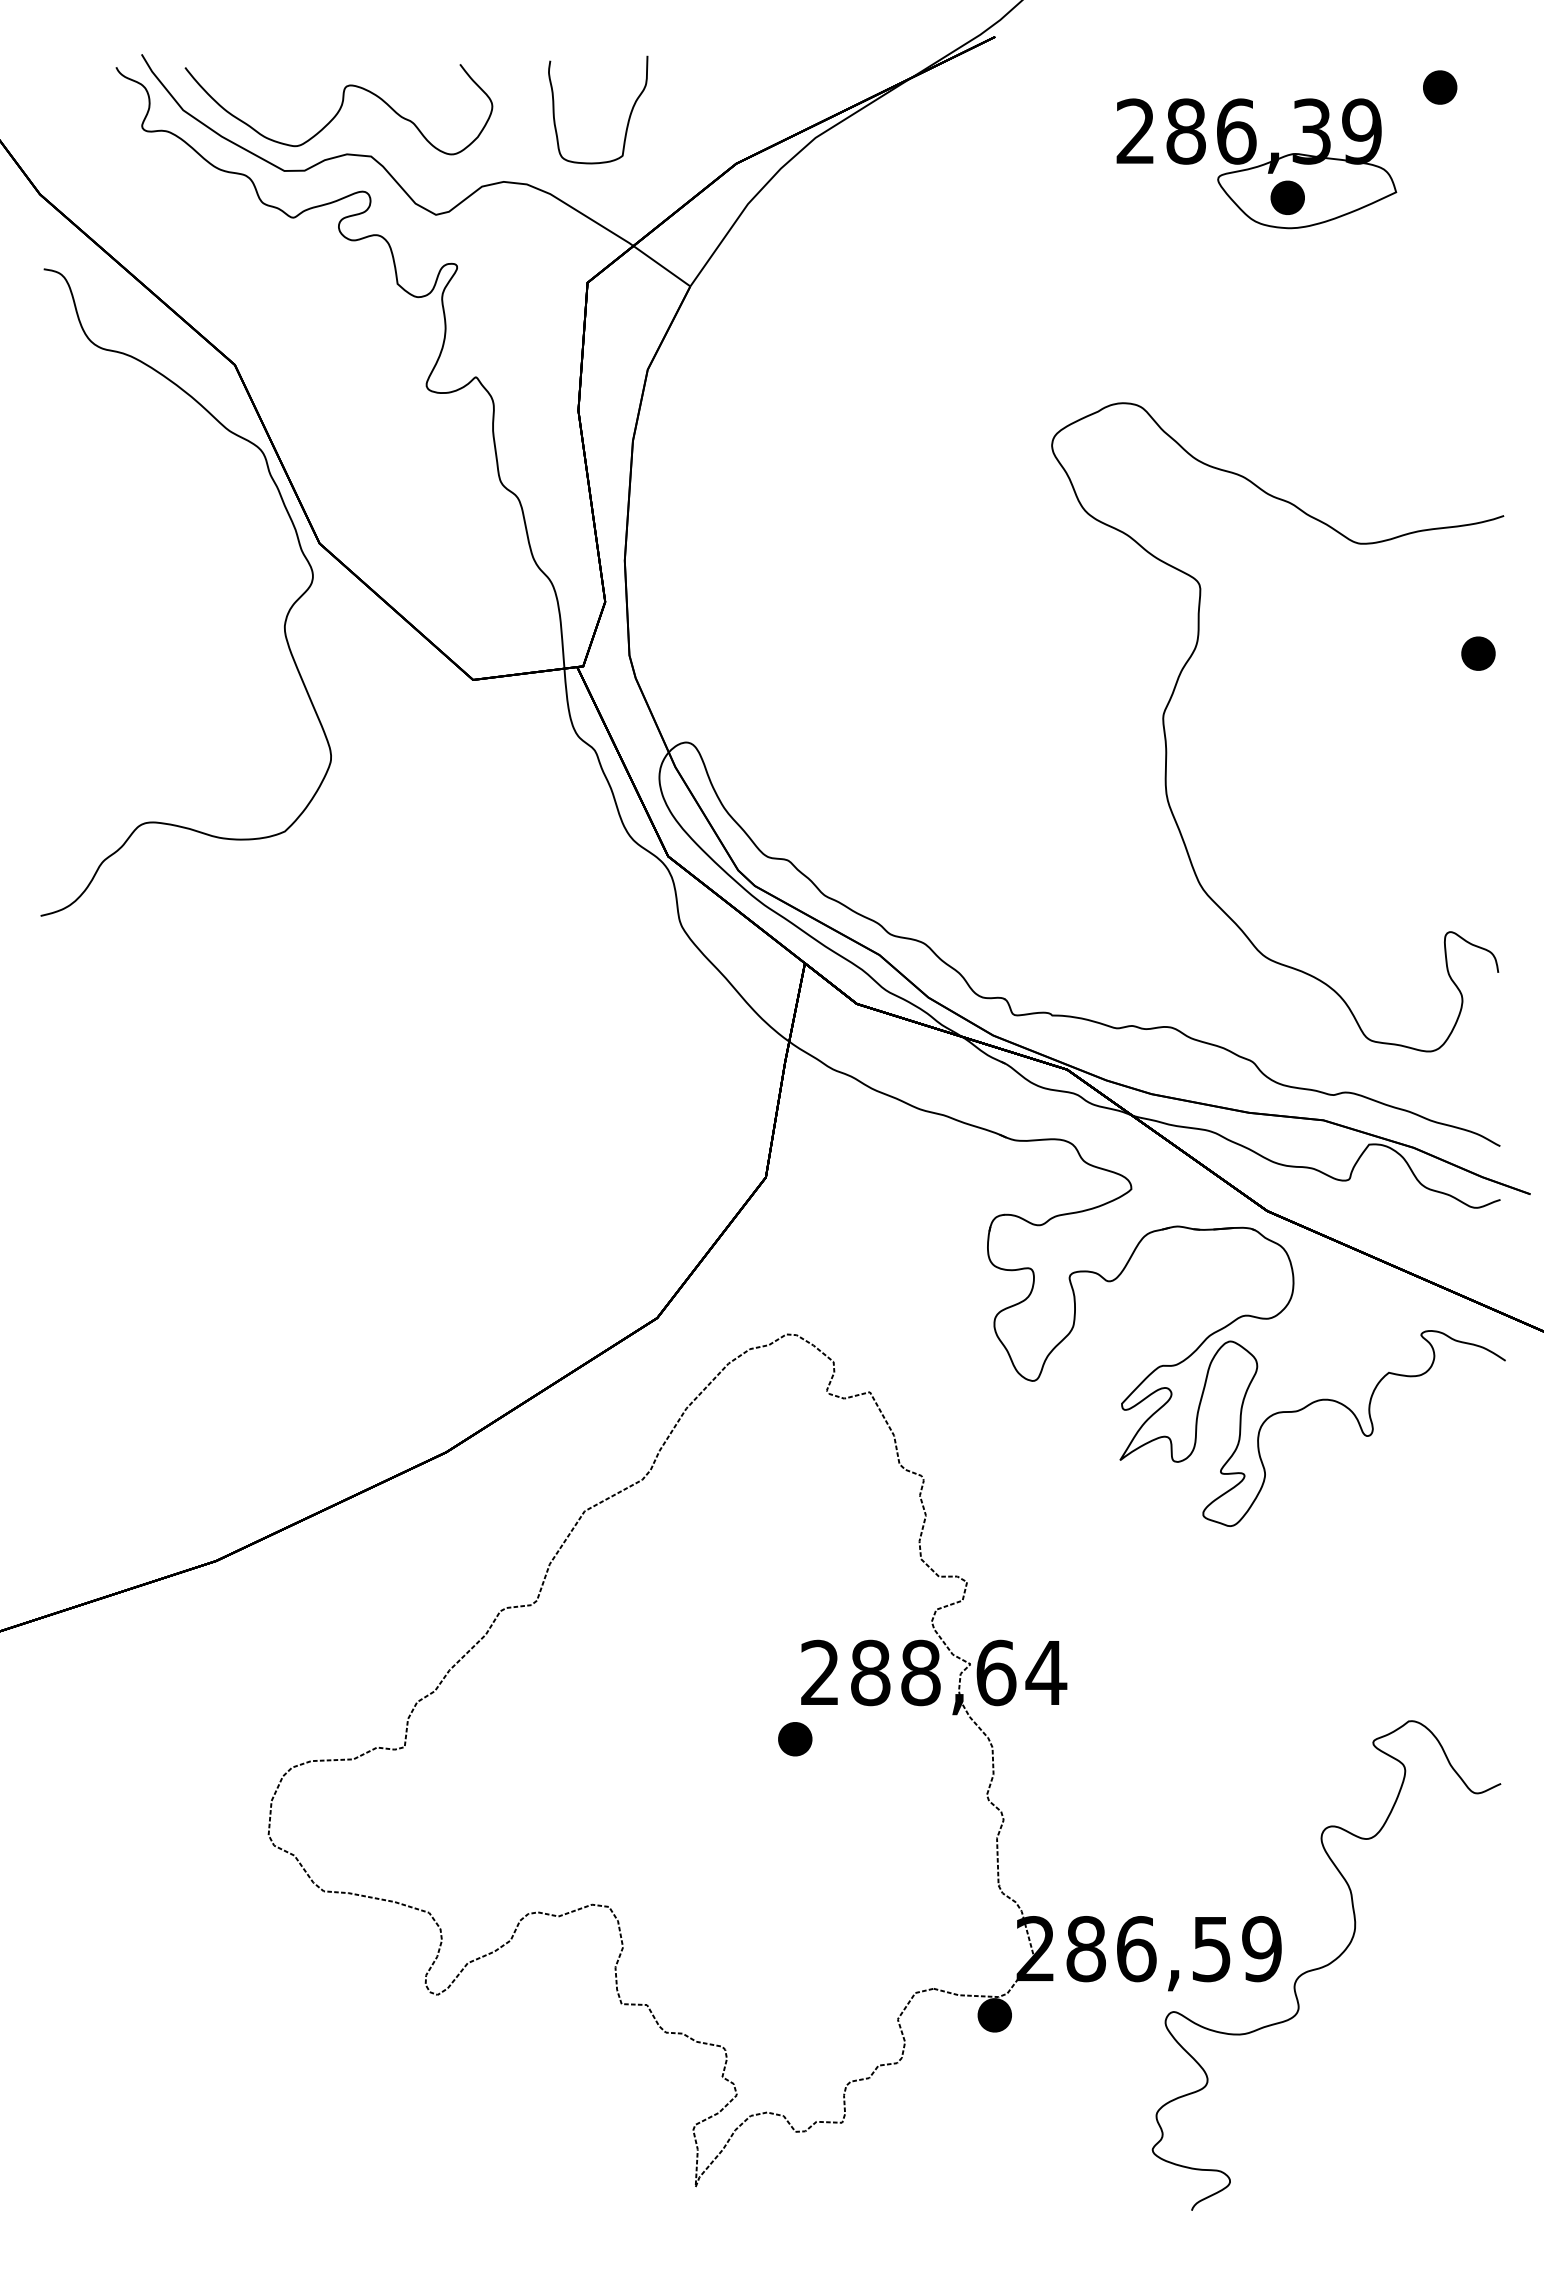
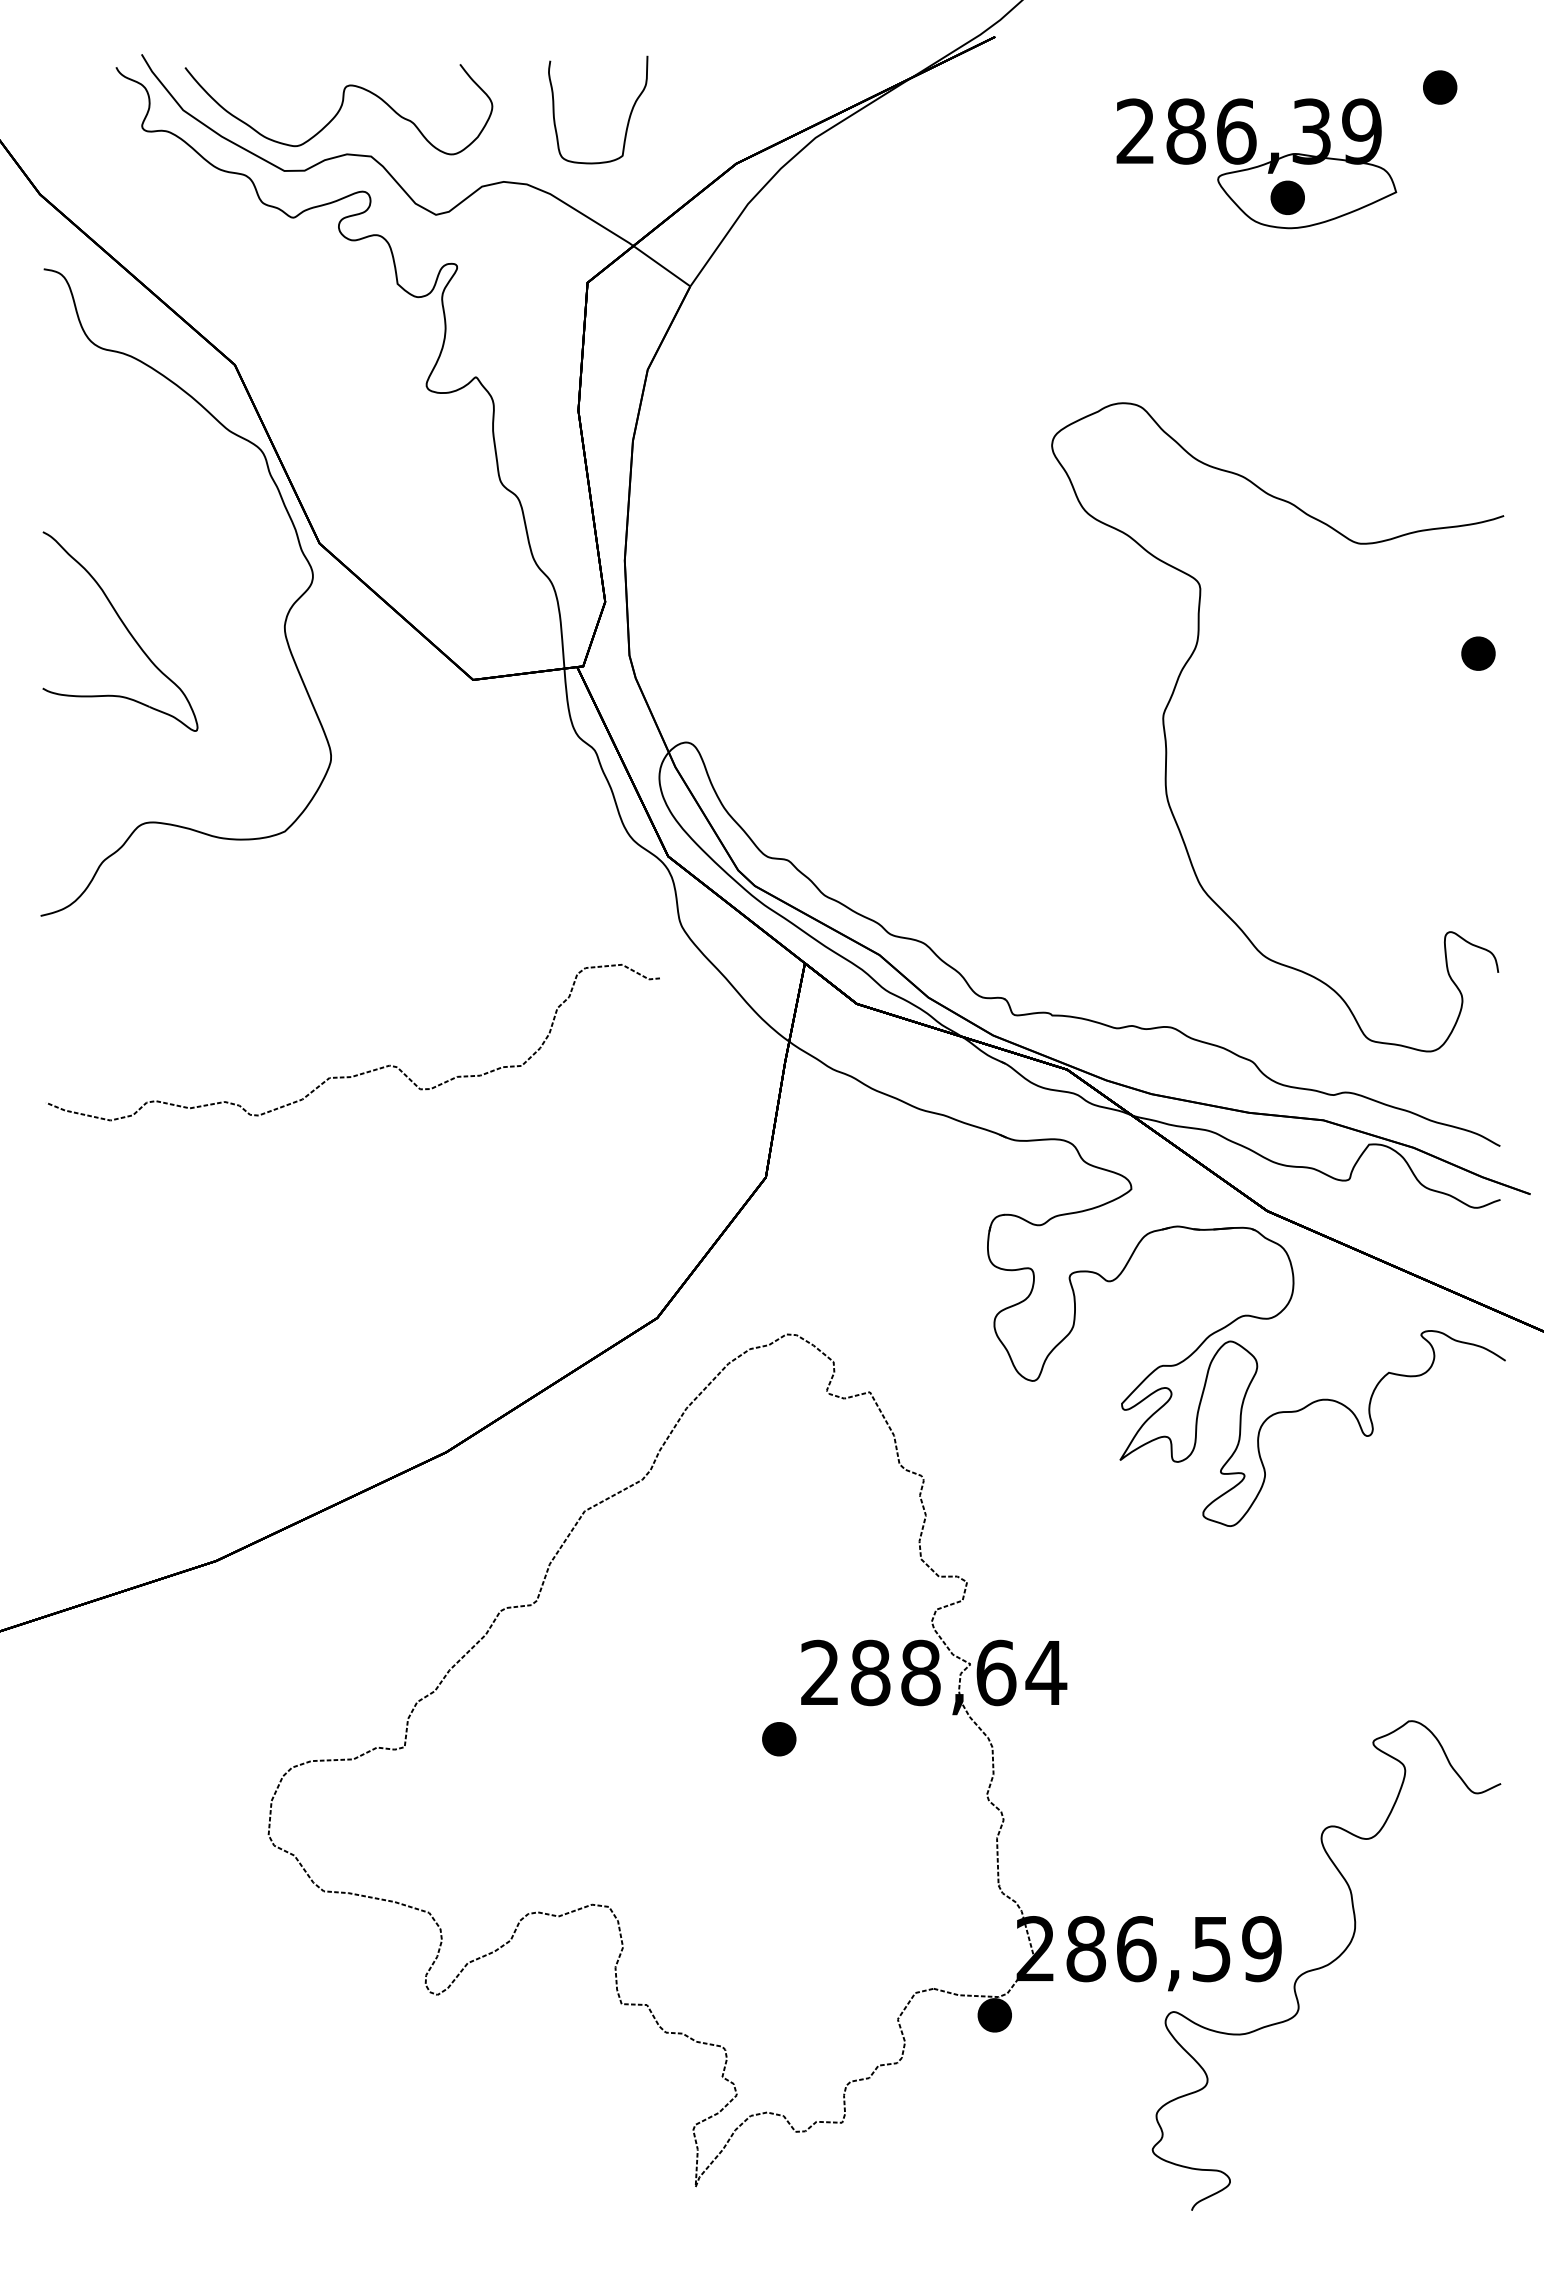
part at (120, 631): none -> present
curve at (362, 1072): none -> present
part at (795, 1739) position: (795, 1739) -> (779, 1739)
